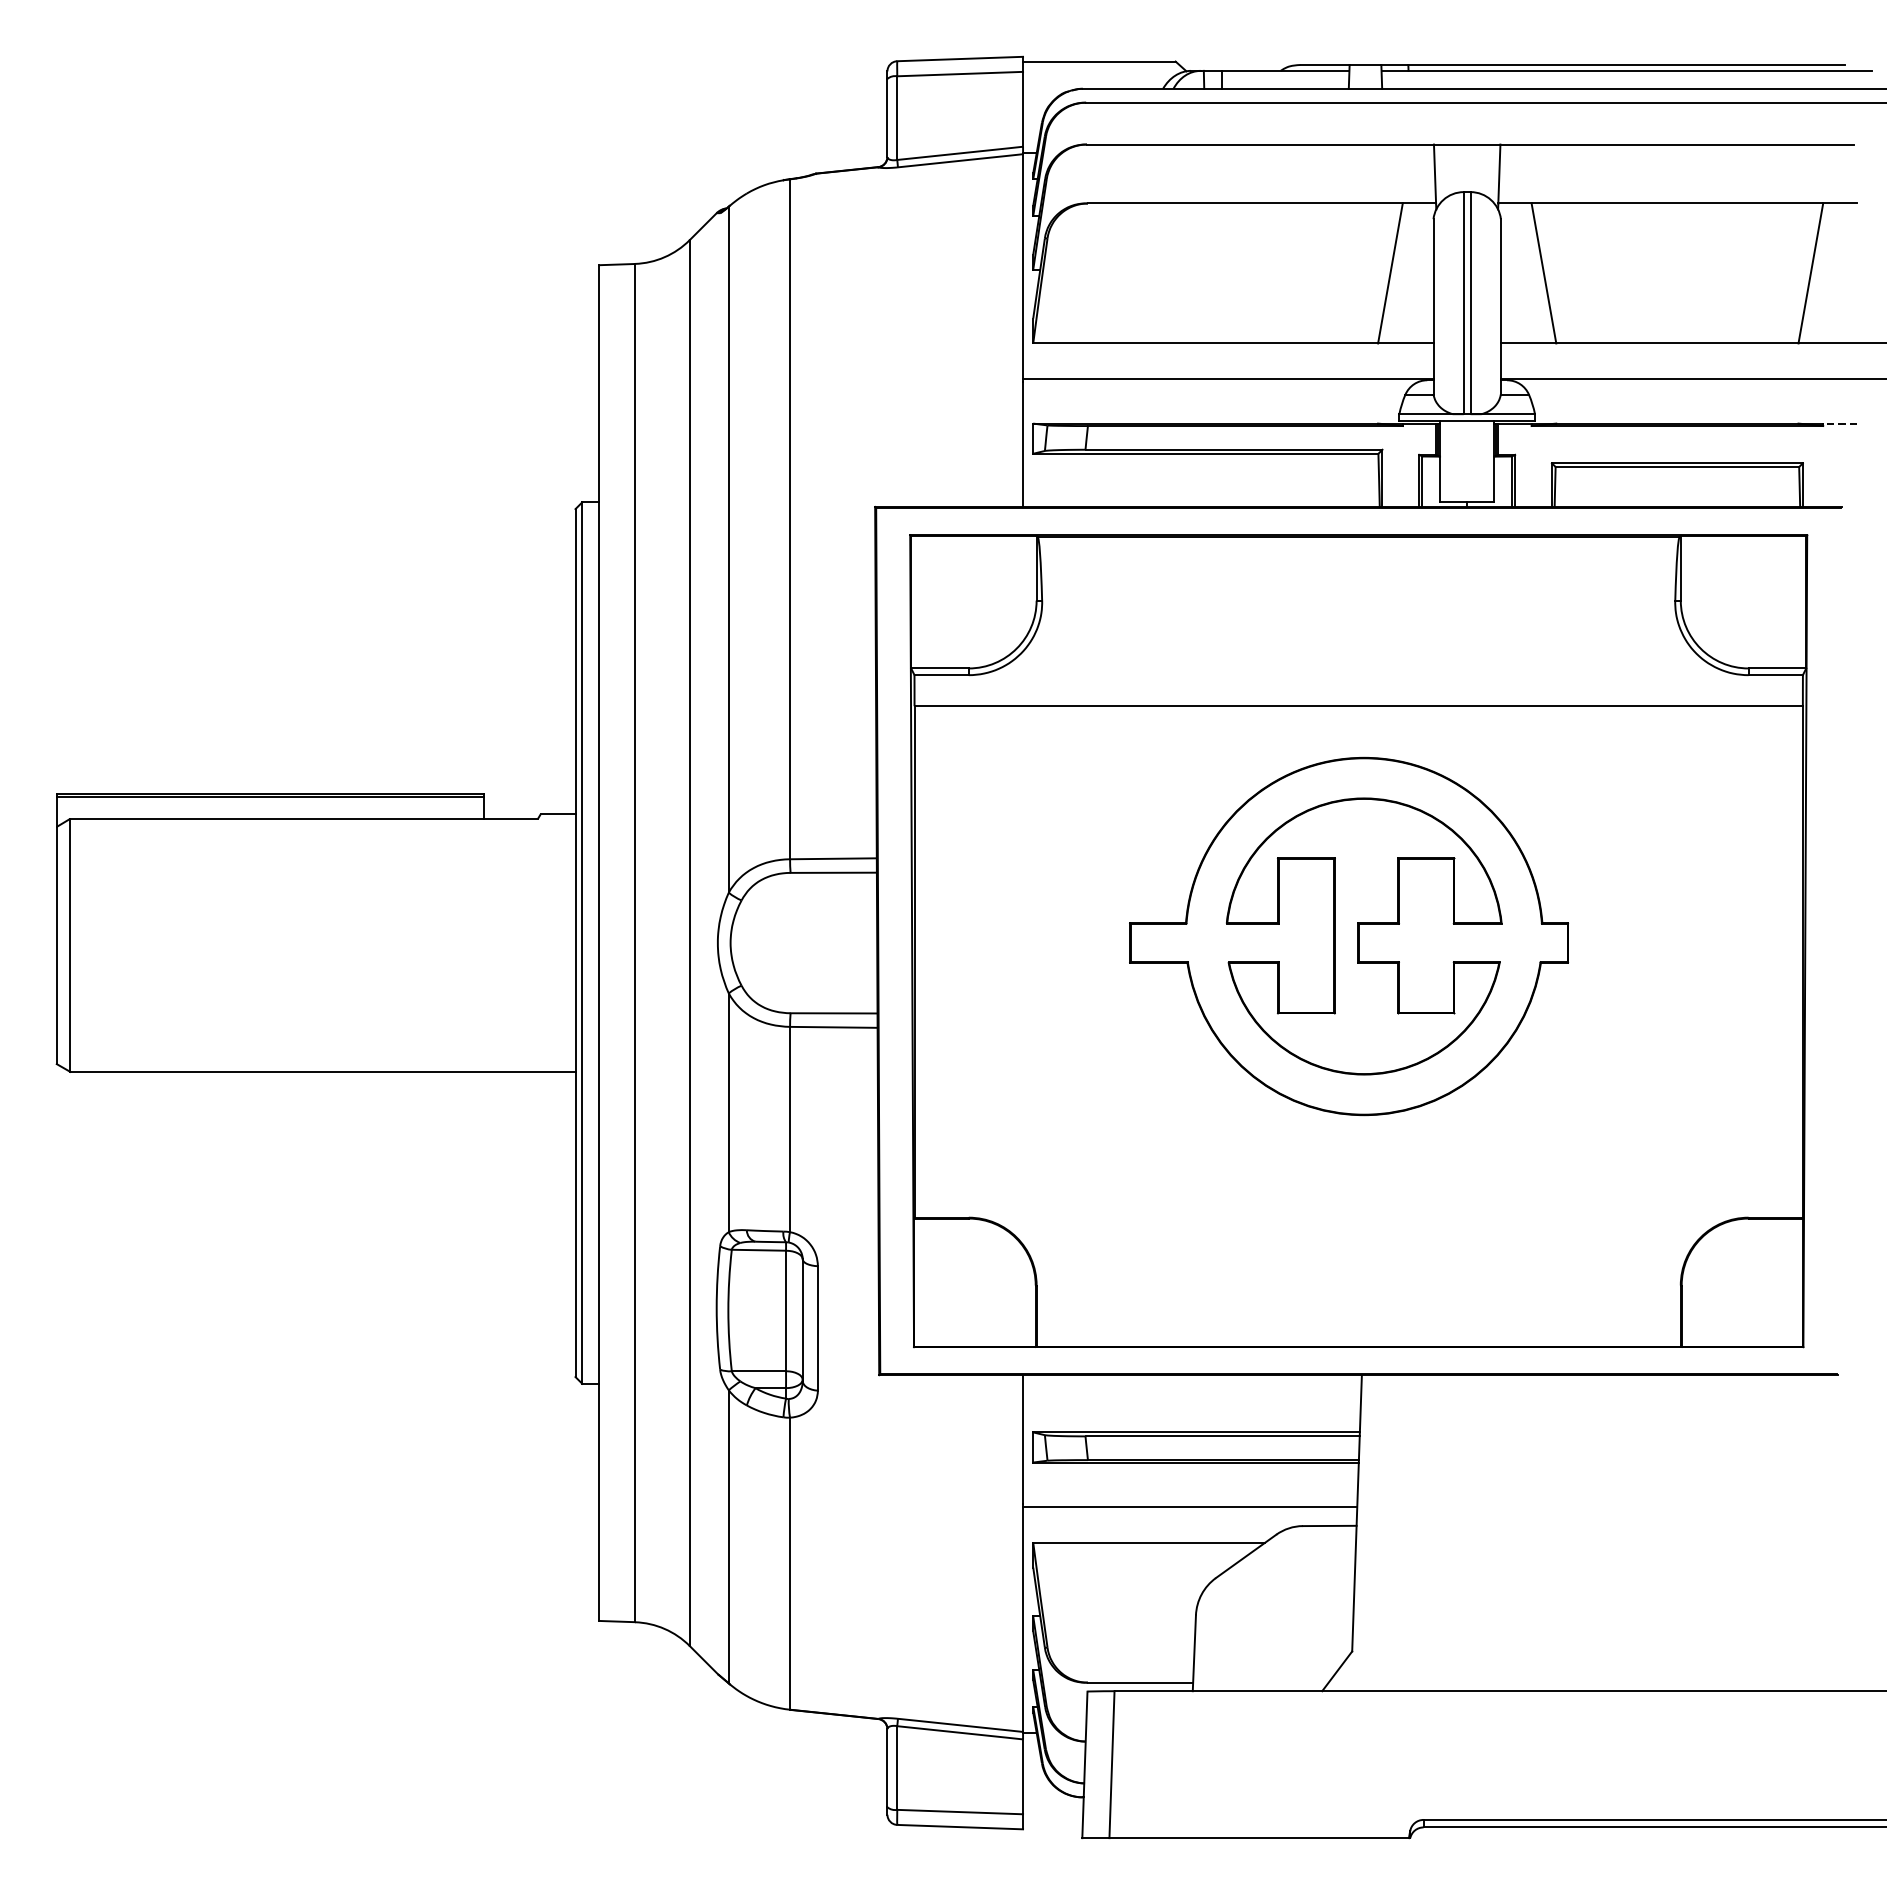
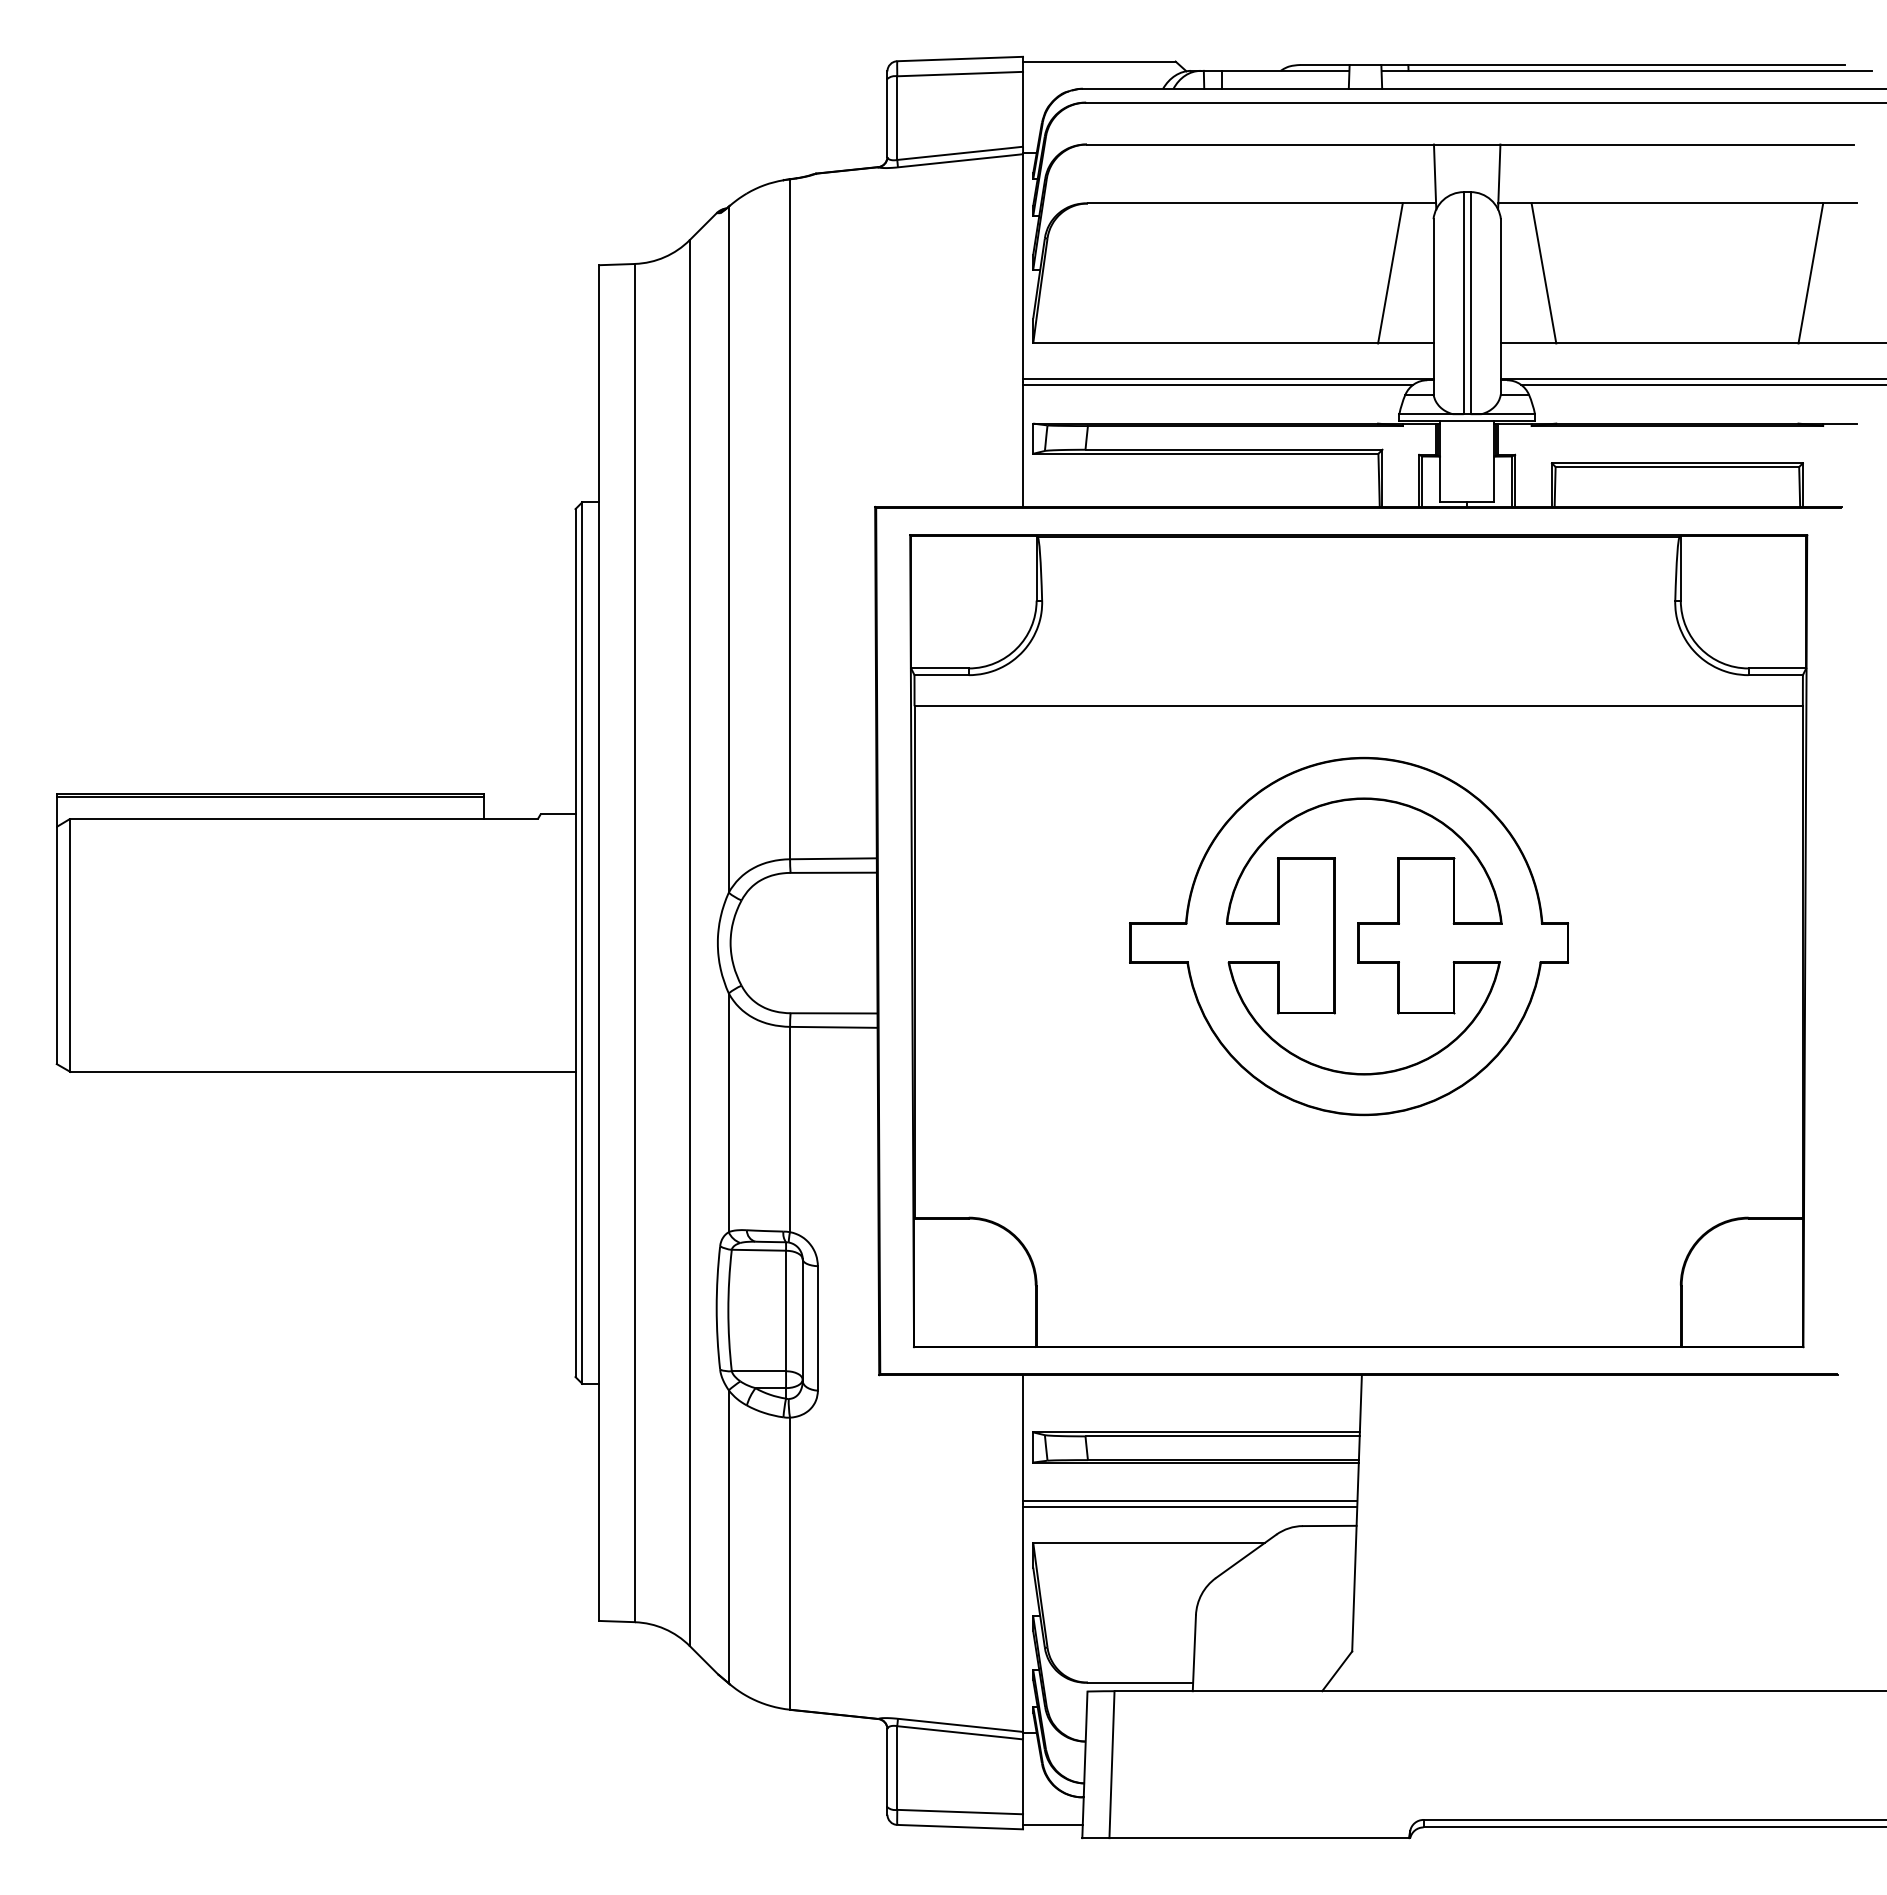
line at (1218, 384): none -> present
line at (1702, 384): none -> present
line at (1839, 423): dashed -> solid
line at (1190, 1501): none -> present
line at (1052, 1824): none -> present
